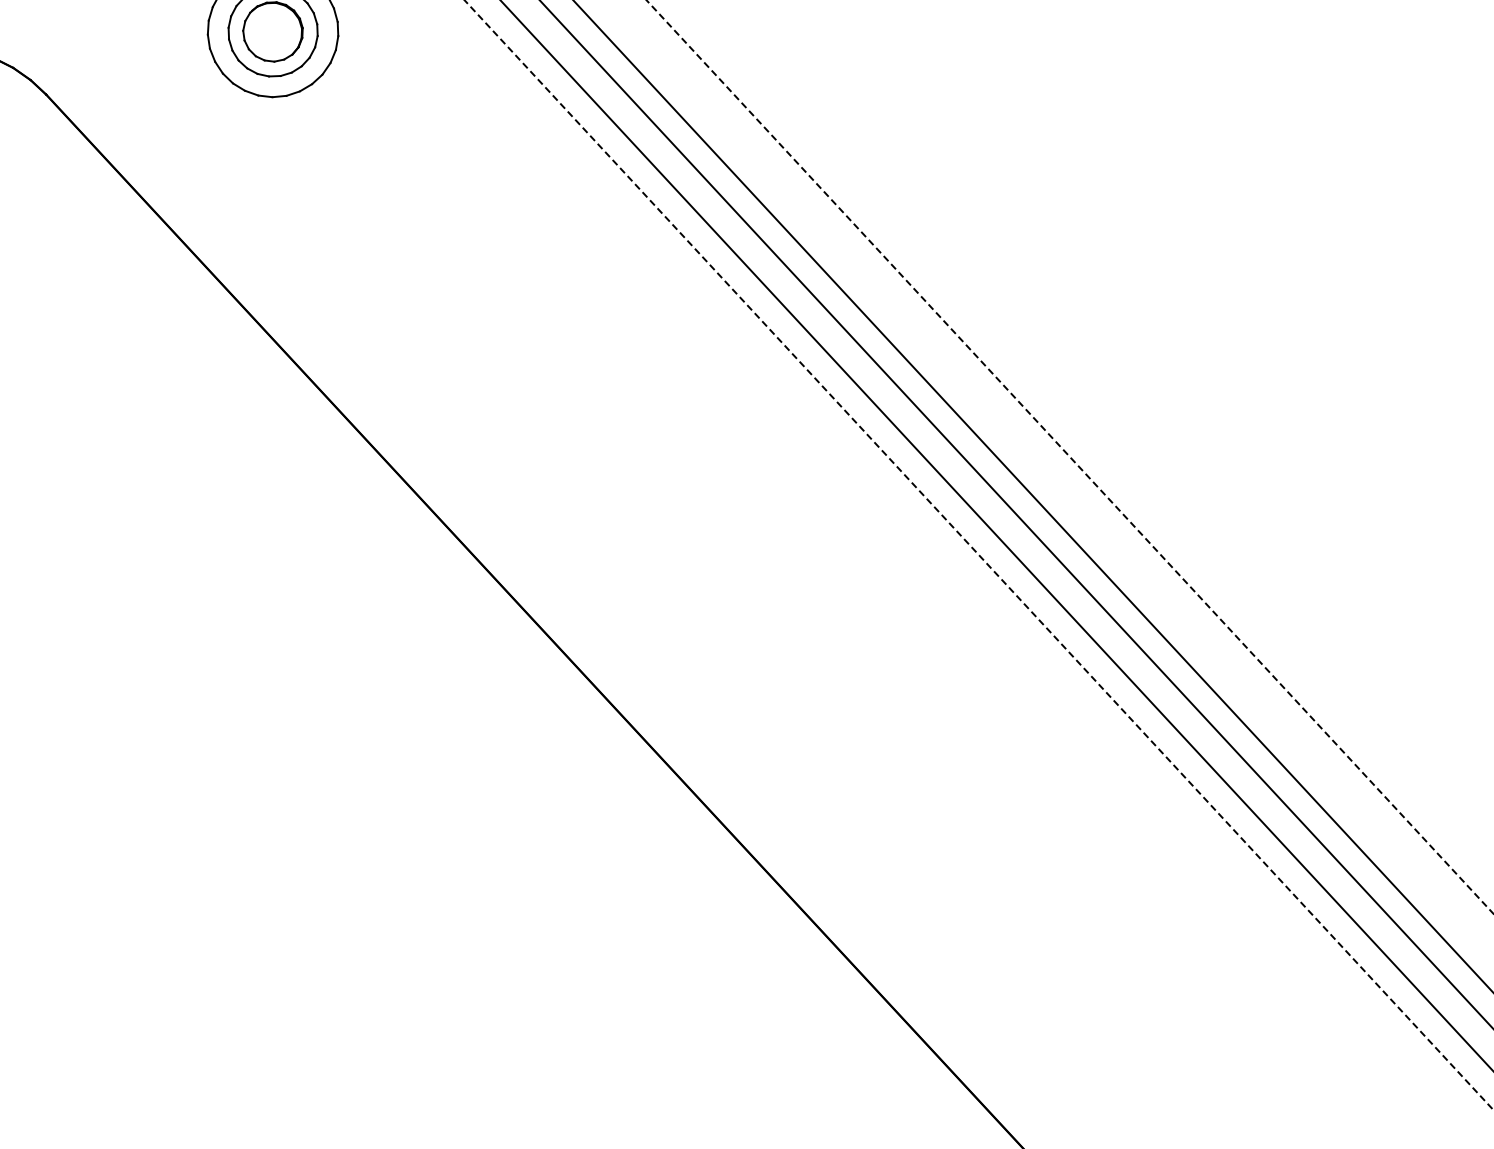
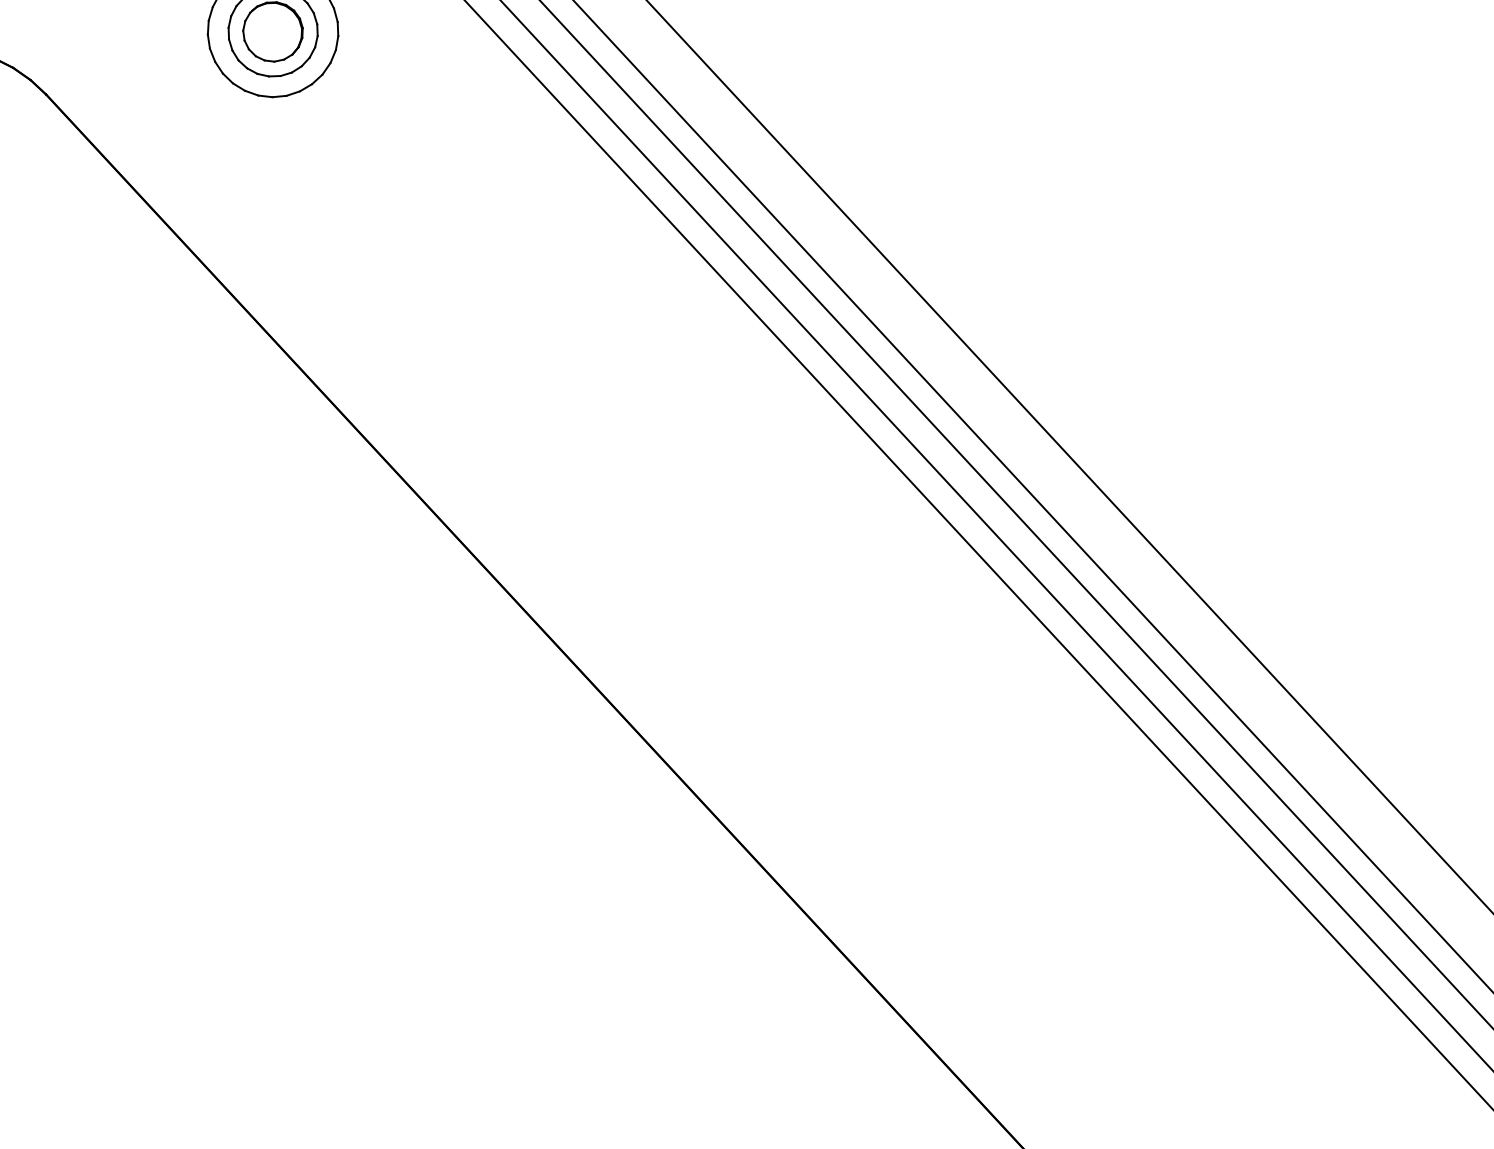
line at (1070, 457): dashed -> solid
line at (979, 555): dashed -> solid
